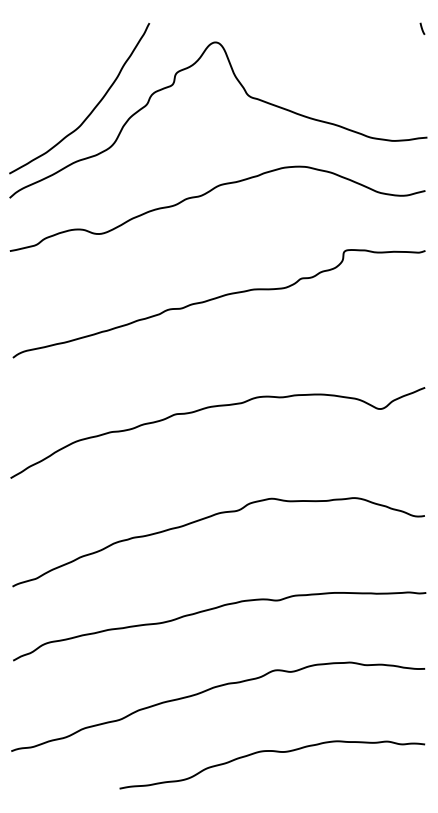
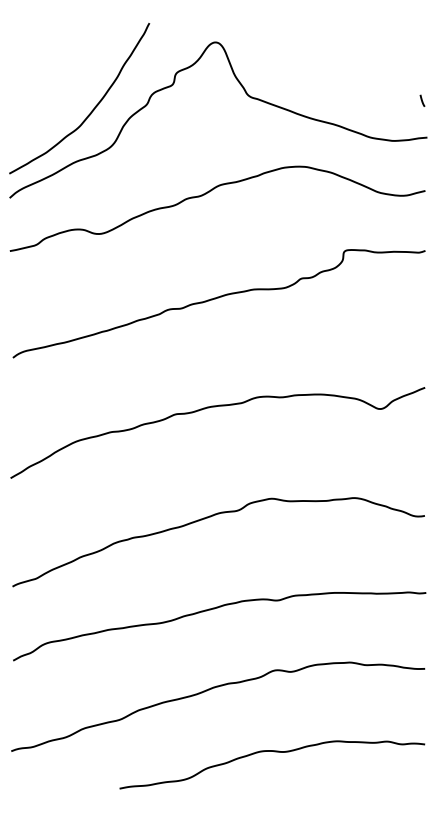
curve at (422, 28) position: (422, 28) -> (422, 100)
